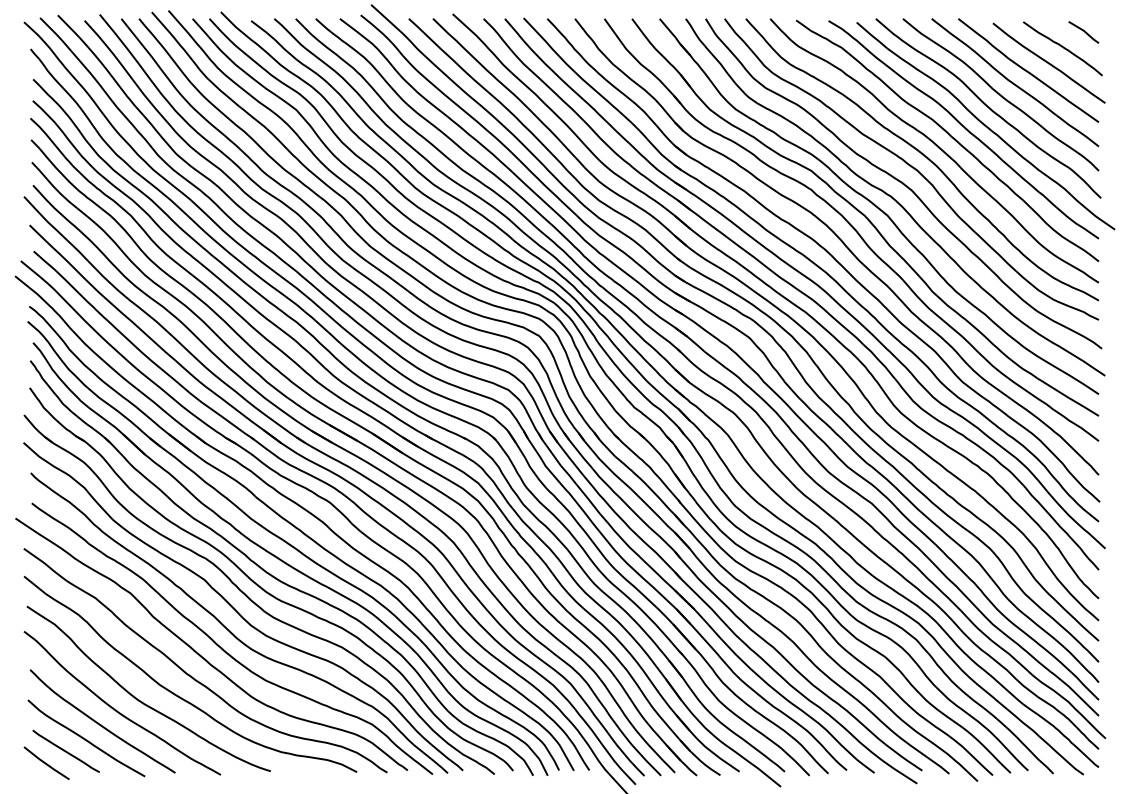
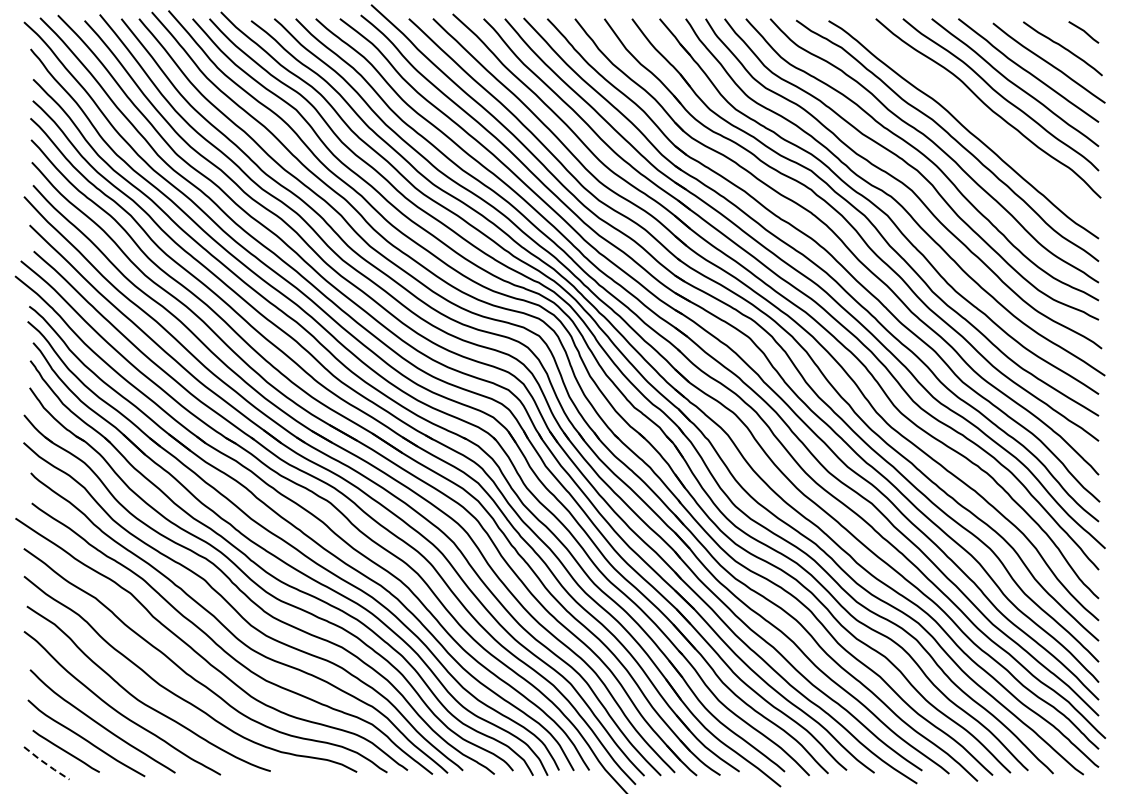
curve at (985, 126): present -> none
line at (46, 764): solid -> dashed
